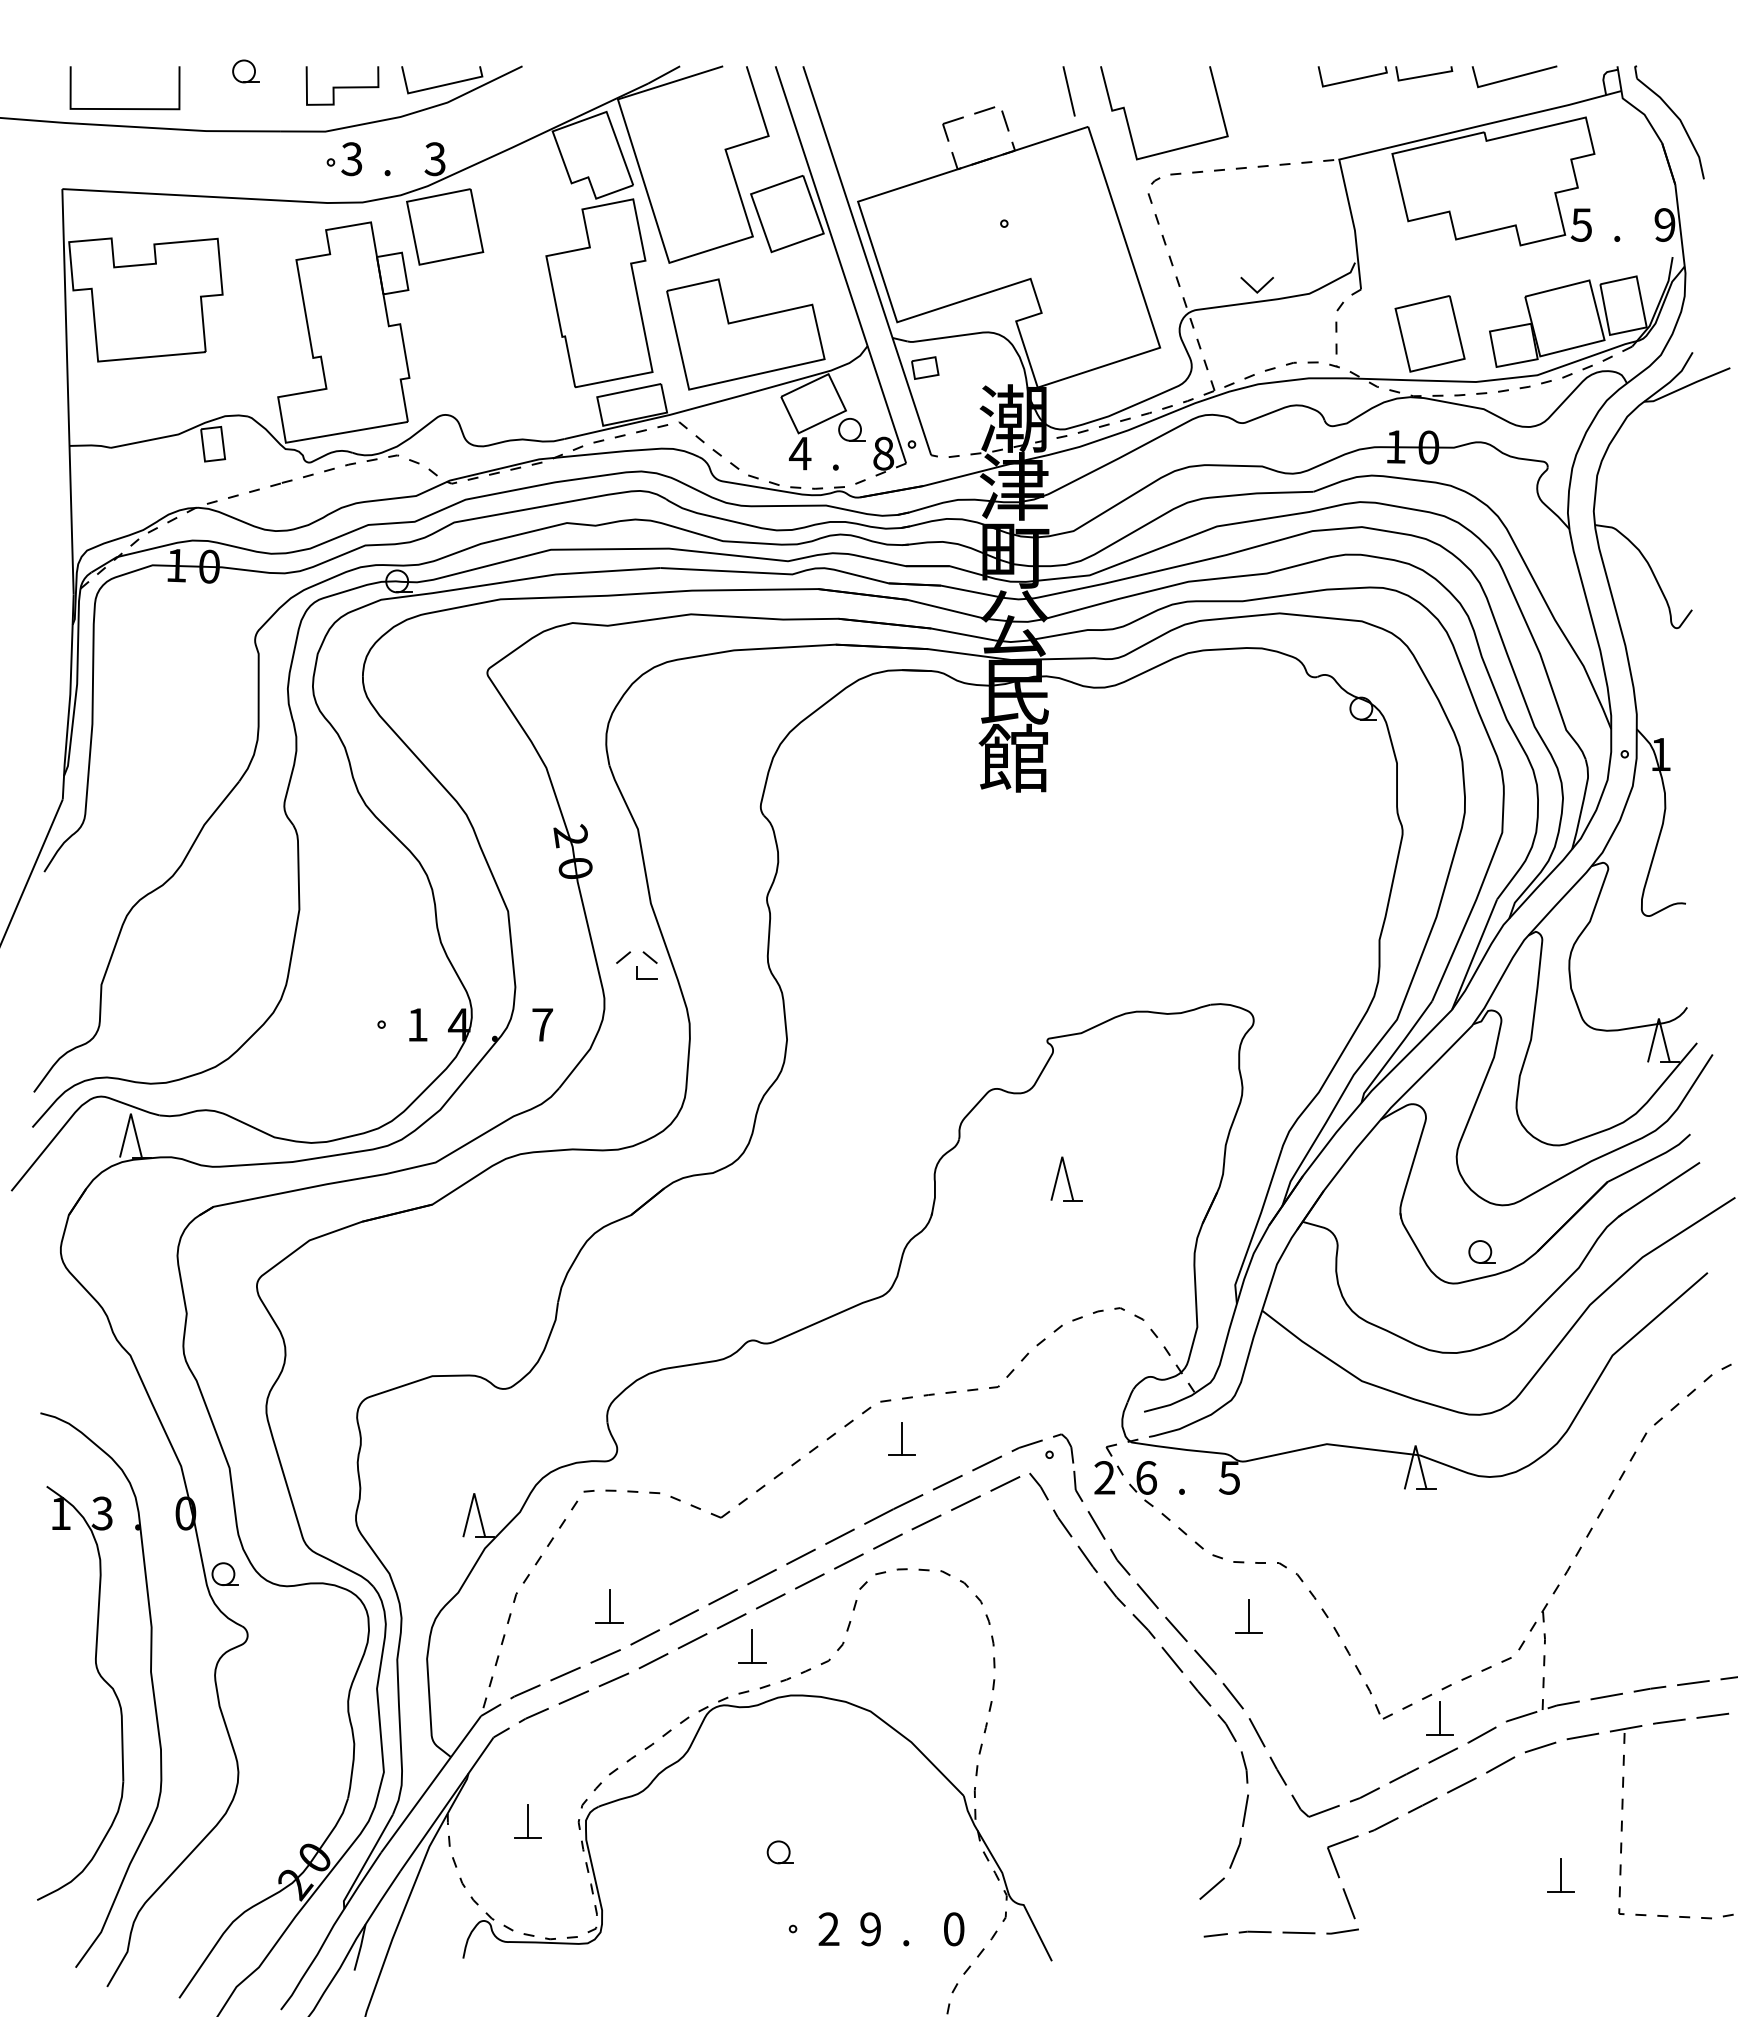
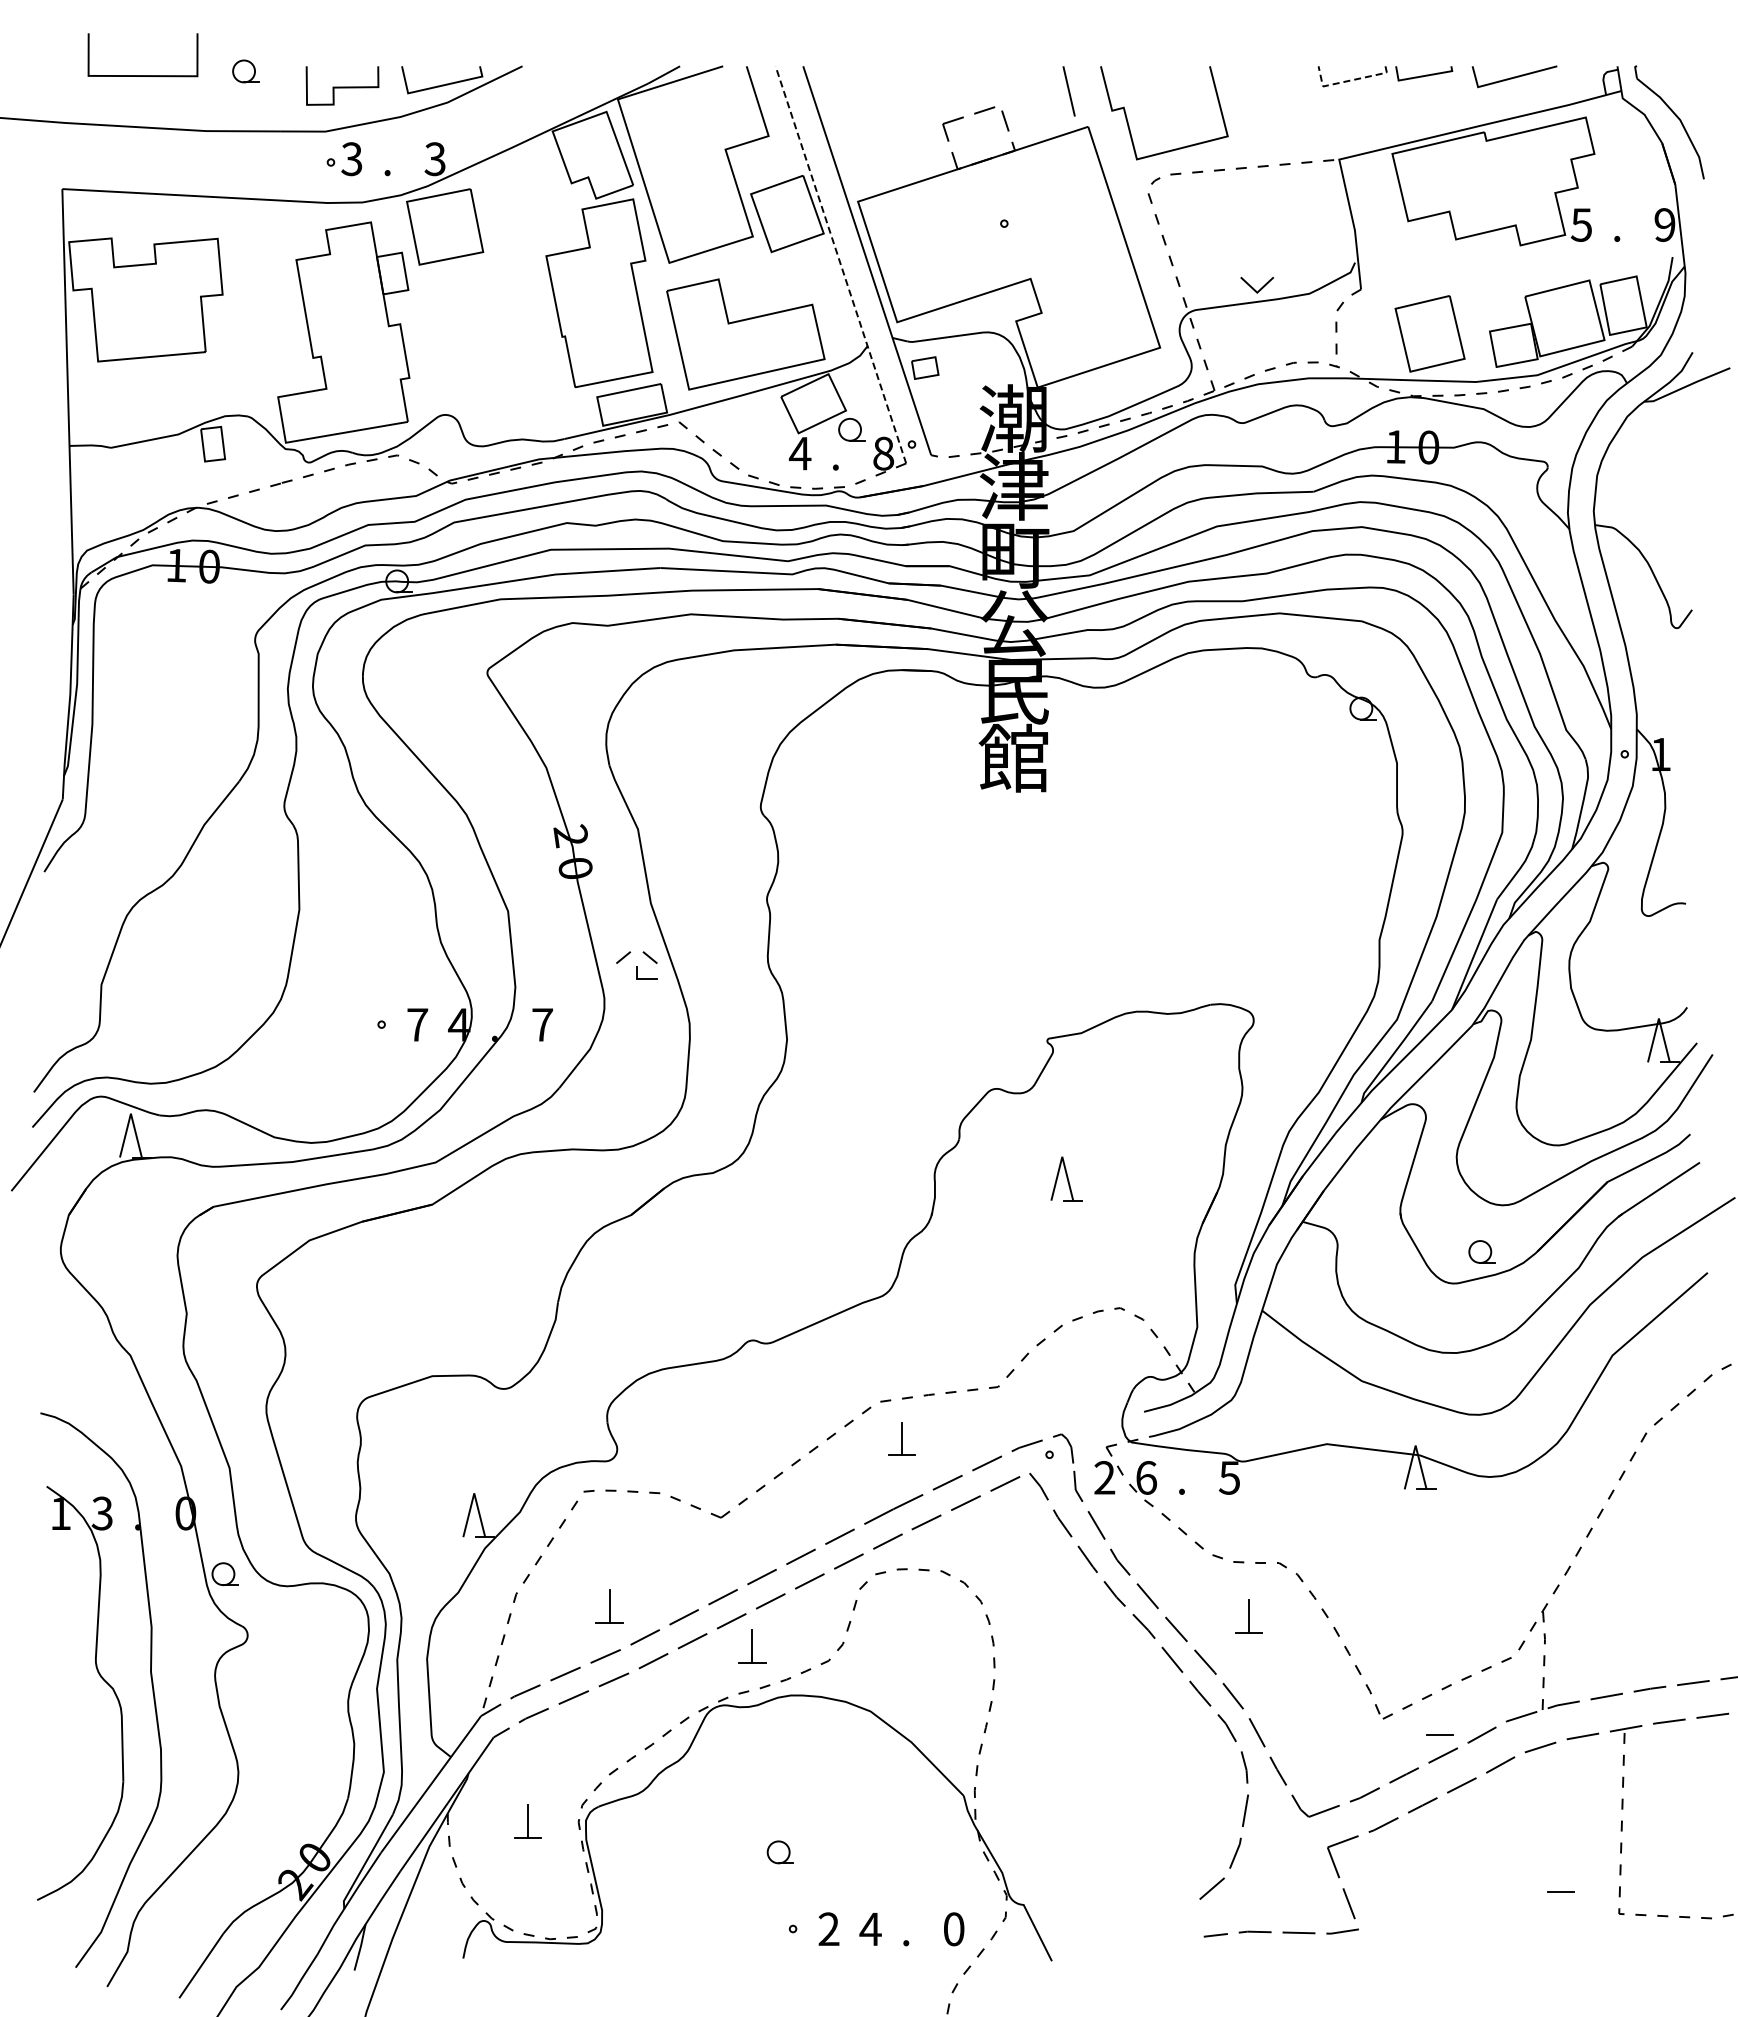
line at (1348, 81): solid -> dashed
line at (124, 108) position: (124, 108) -> (142, 75)
line at (840, 264): solid -> dashed
text at (417, 1024): 1 -> 7
line at (1439, 1717): present -> none
line at (1561, 1874): present -> none
text at (870, 1929): 9 -> 4
